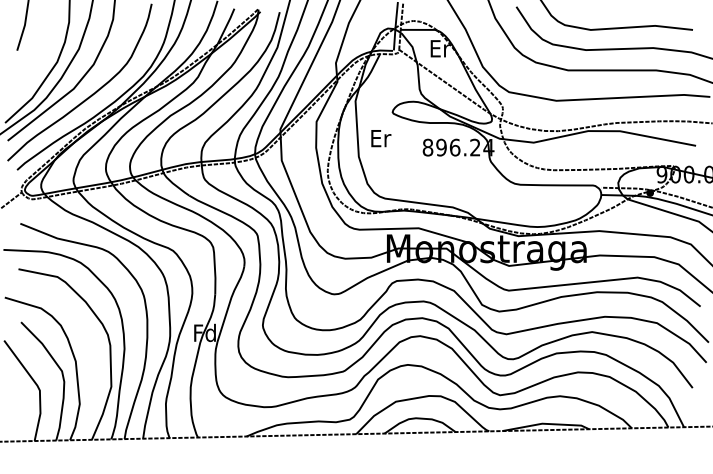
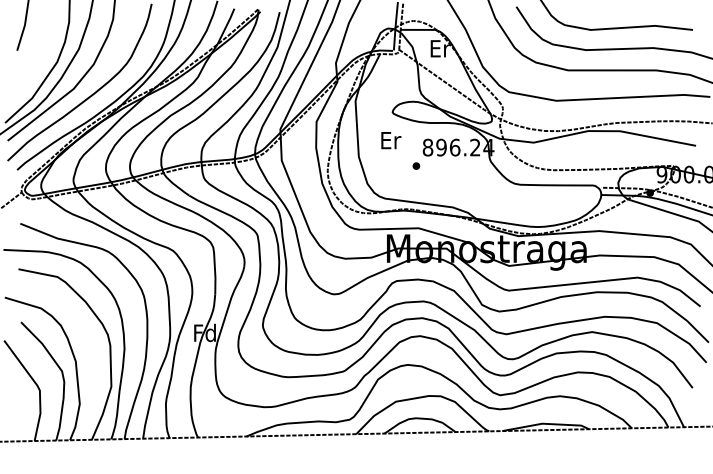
text at (381, 138) position: (381, 138) -> (391, 140)
part at (416, 165): none -> present
